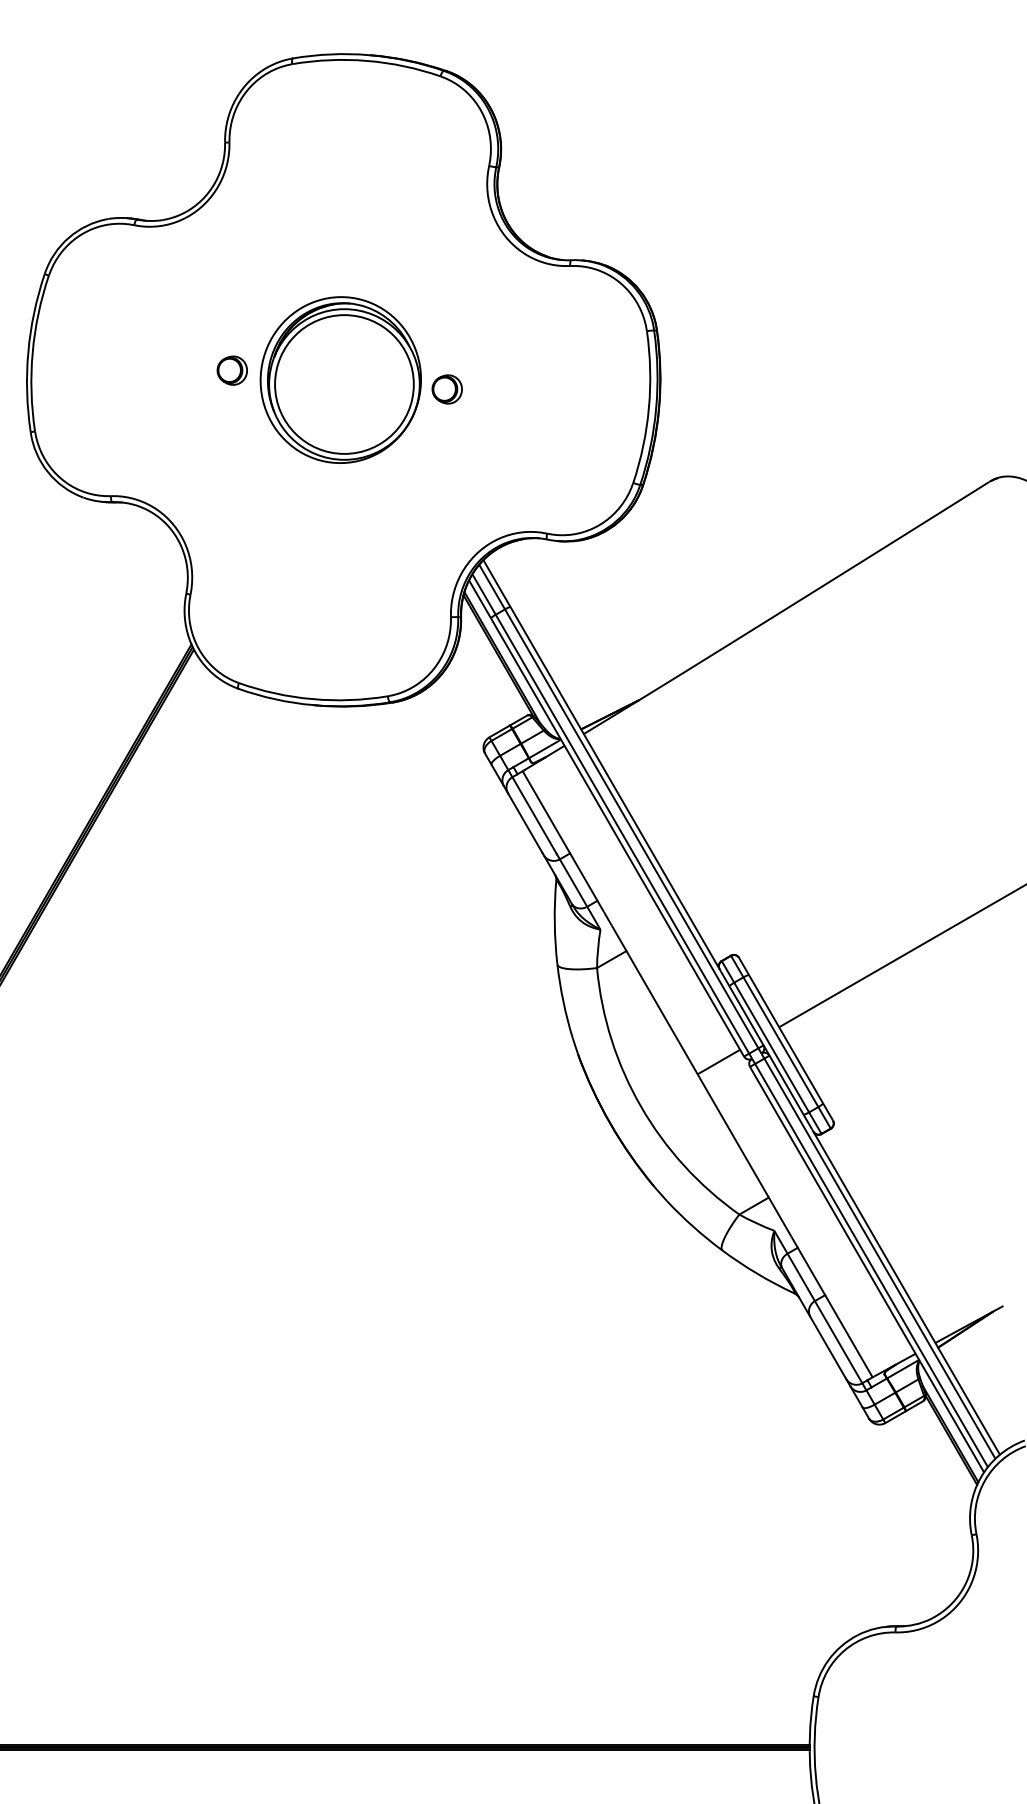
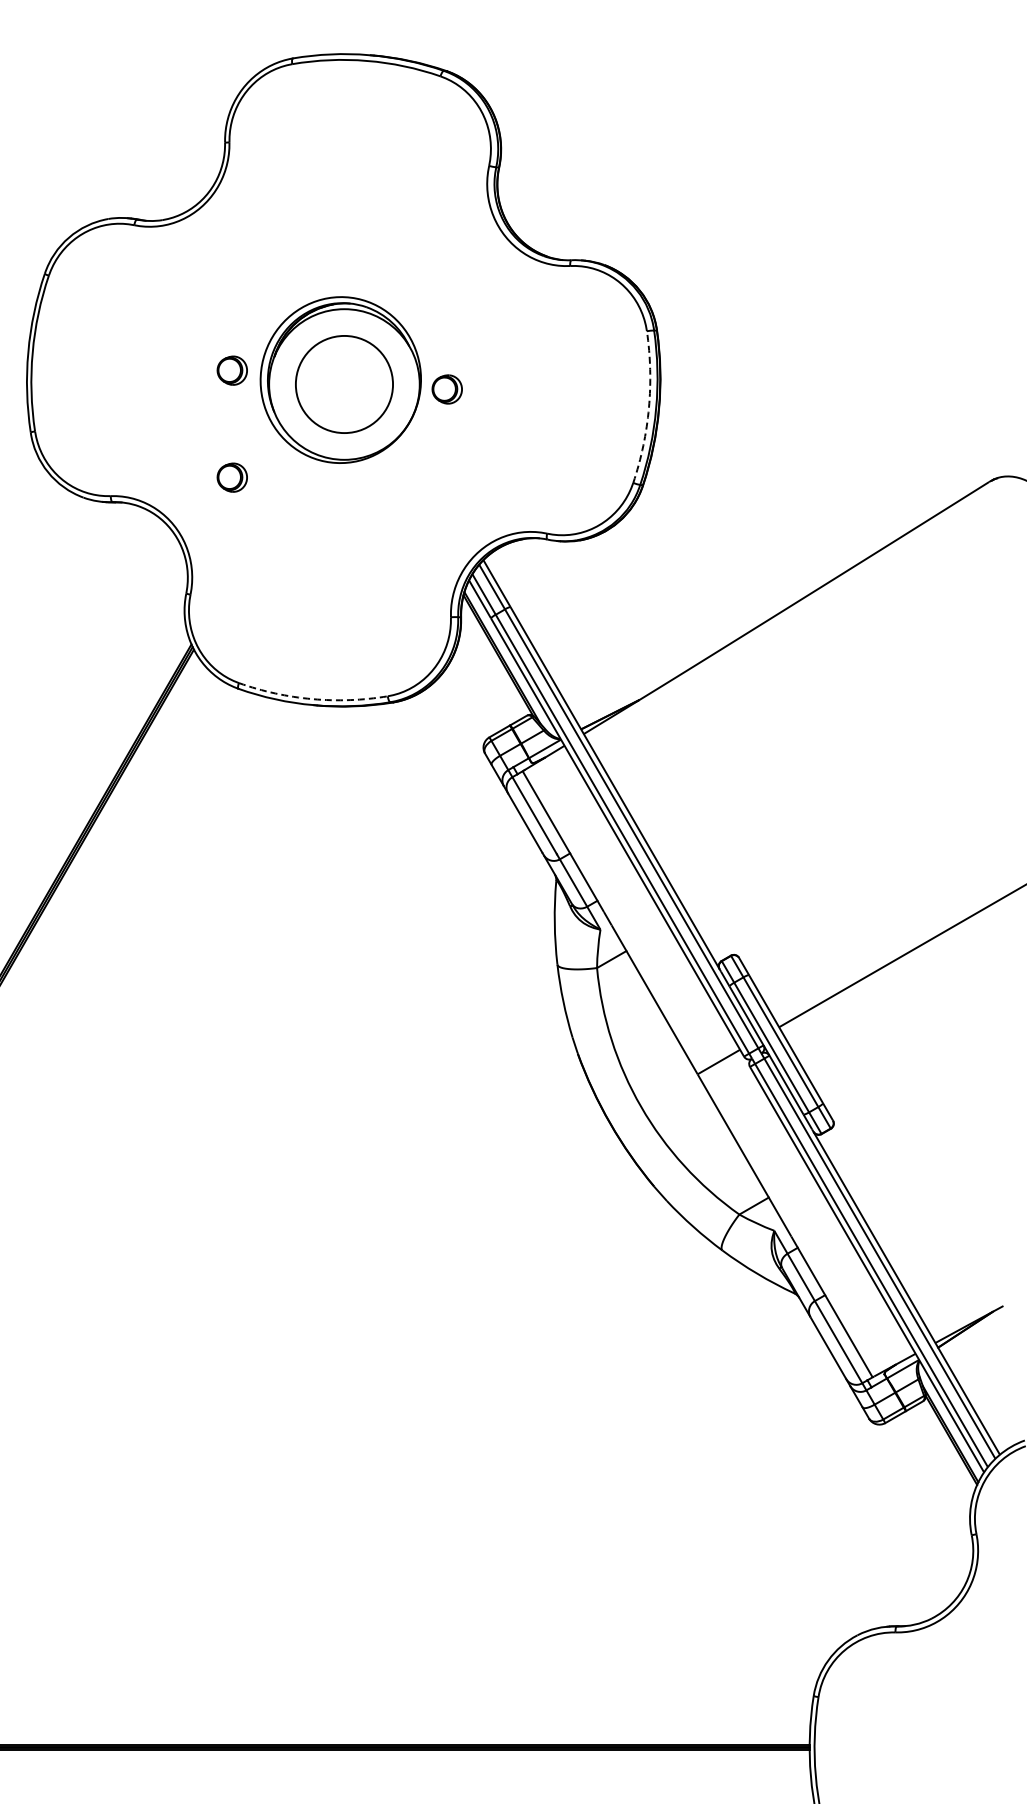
circle at (344, 384) diameter: 139 px -> 97 px
arc at (648, 407): solid -> dashed
part at (231, 477): none -> present
arc at (312, 699): solid -> dashed
